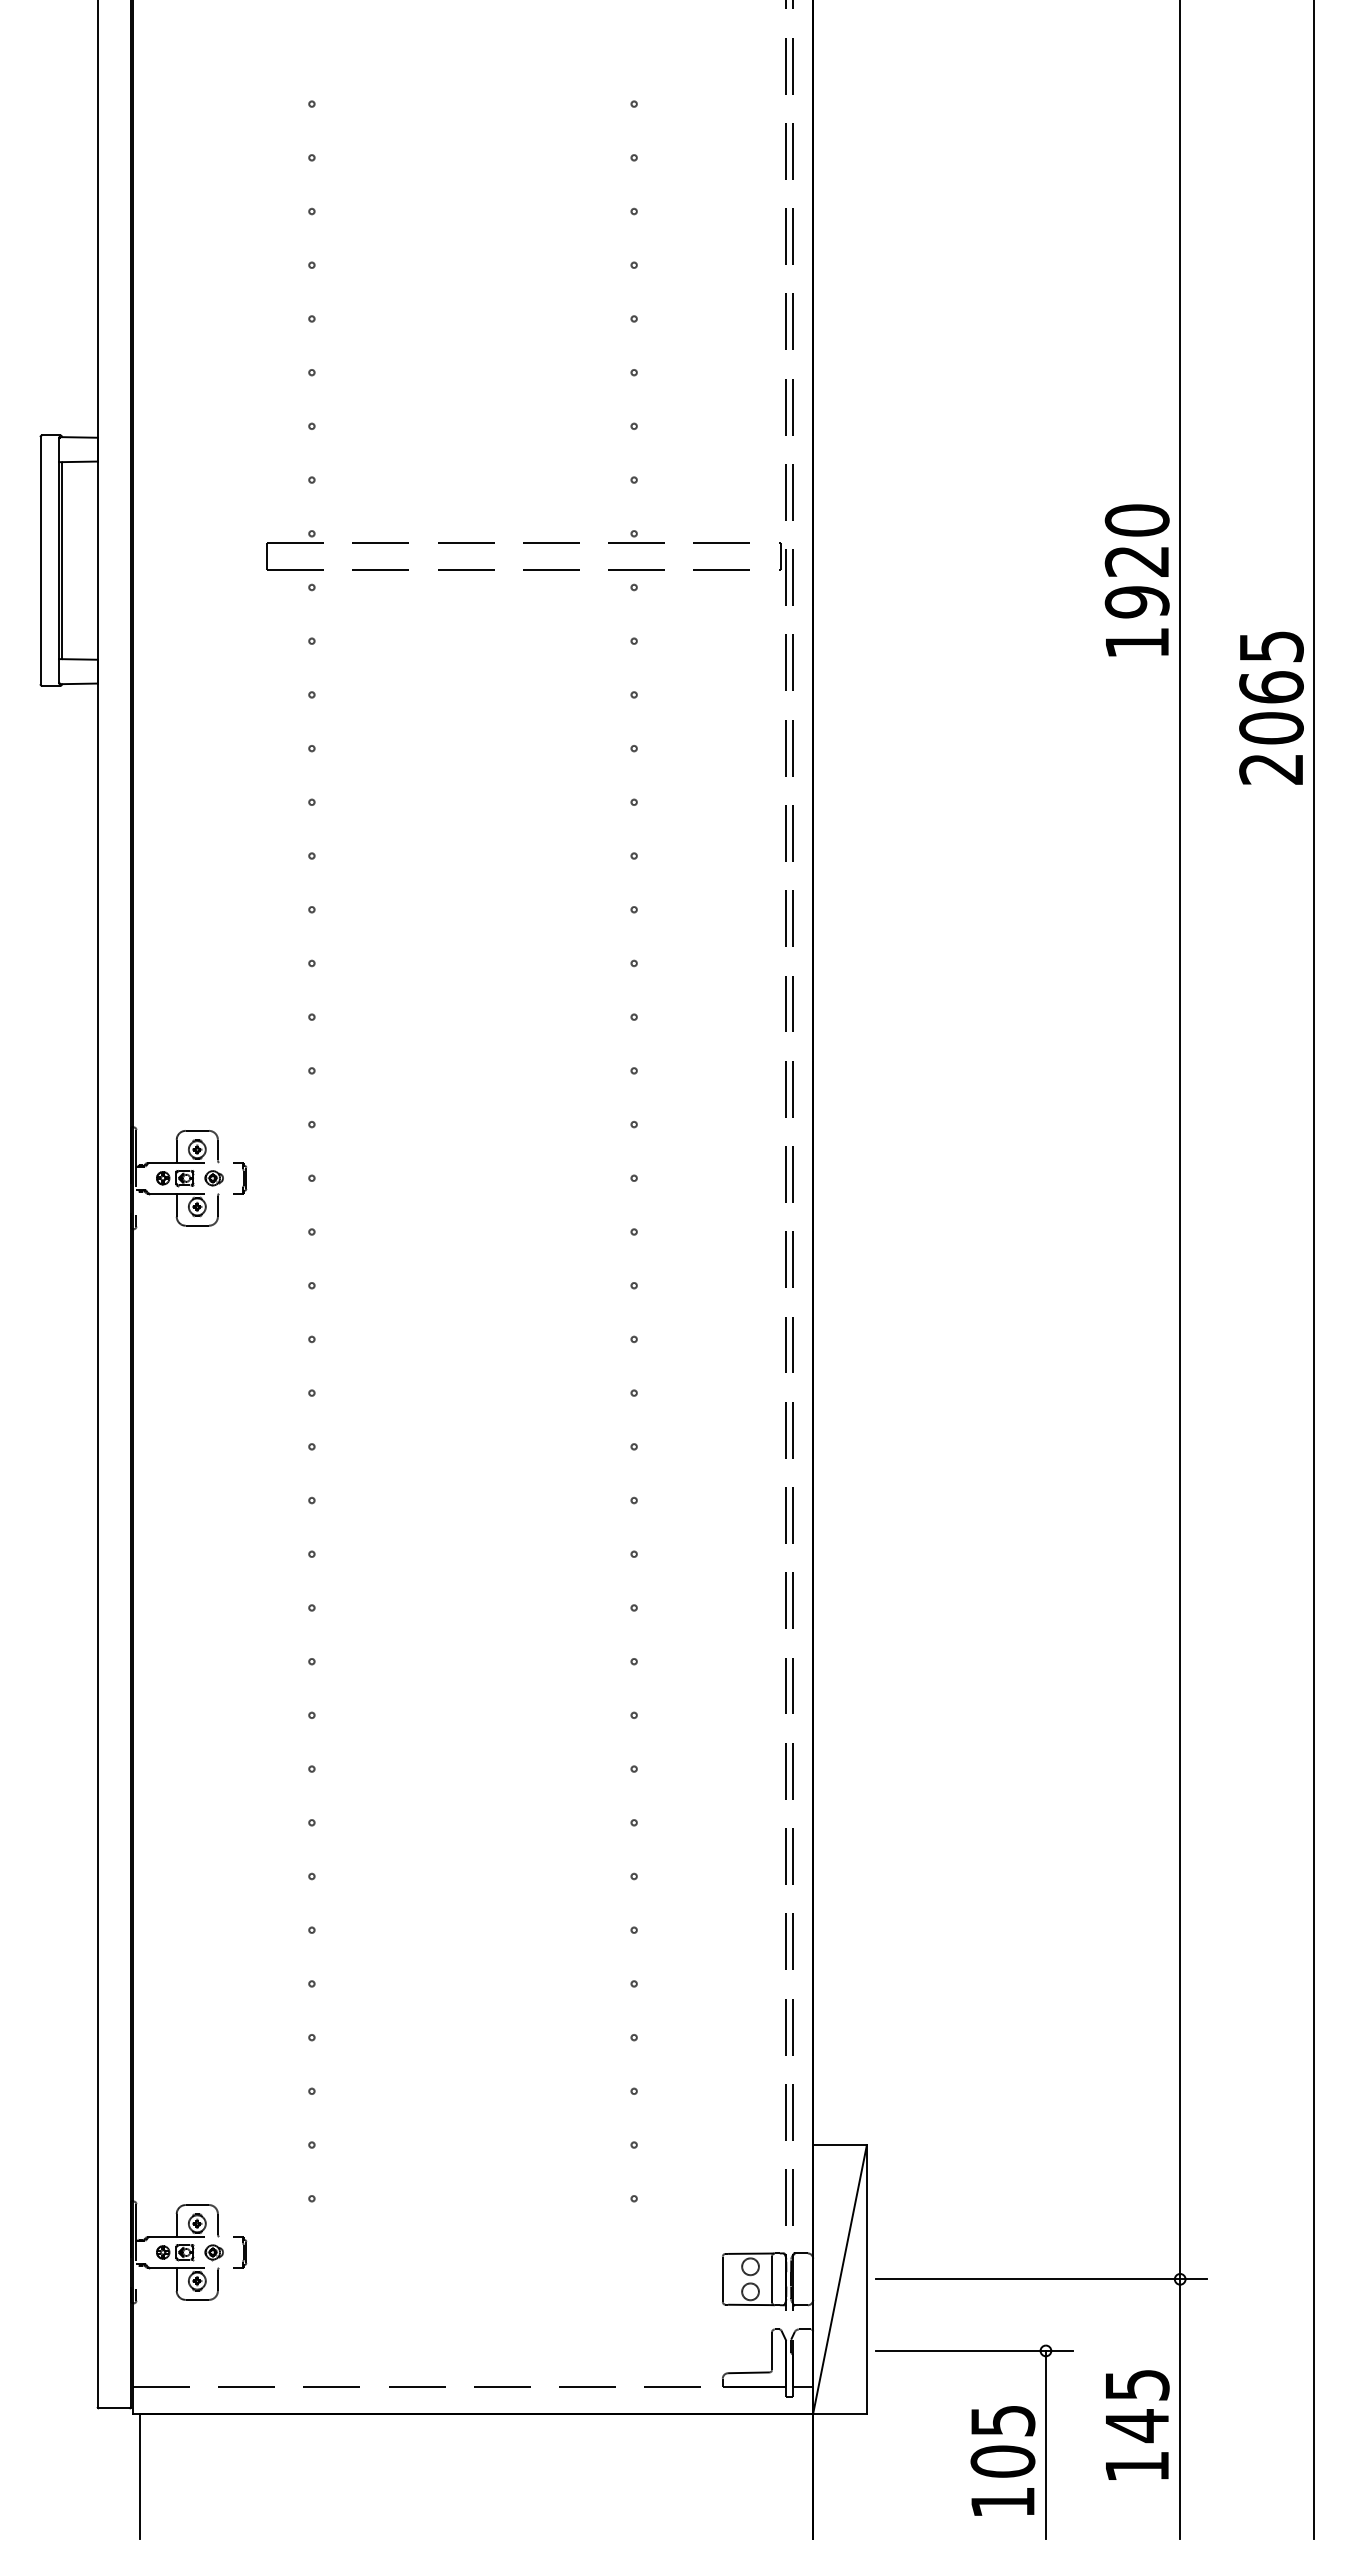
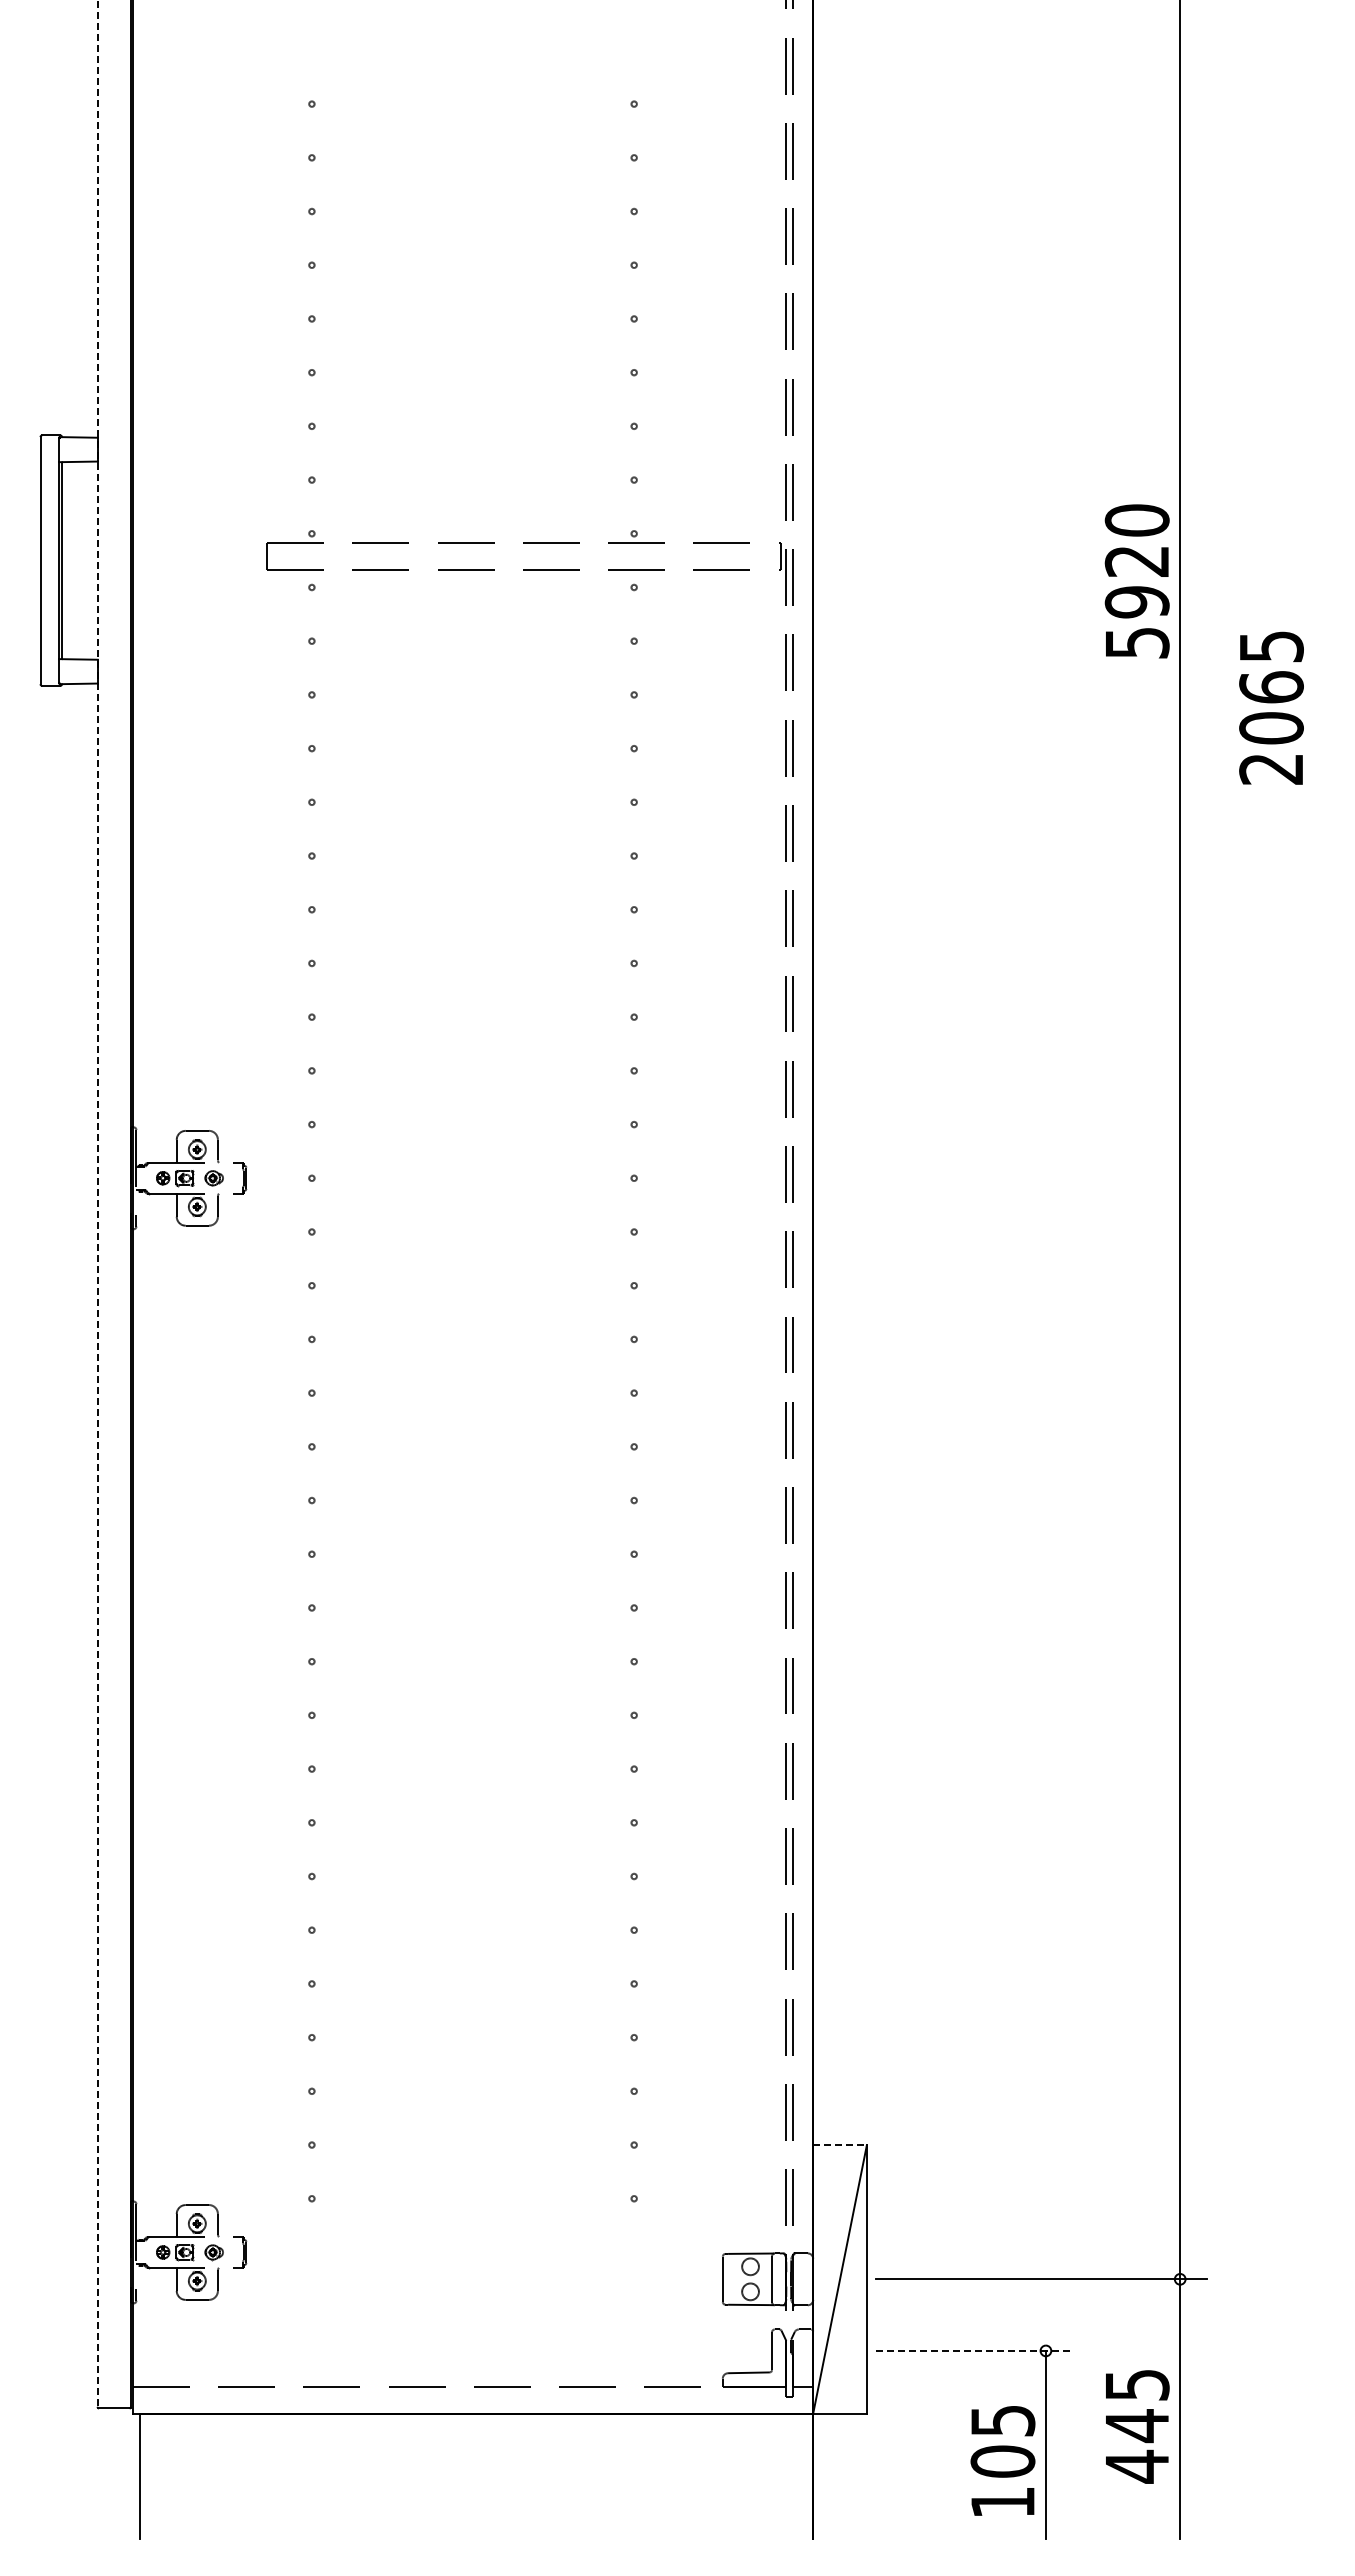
text at (1137, 643): 1920 -> 5920
line at (97, 1203): solid -> dashed
line at (1314, 1270): present -> none
line at (840, 2145): solid -> dashed
line at (974, 2350): solid -> dashed
text at (1137, 2466): 145 -> 445
